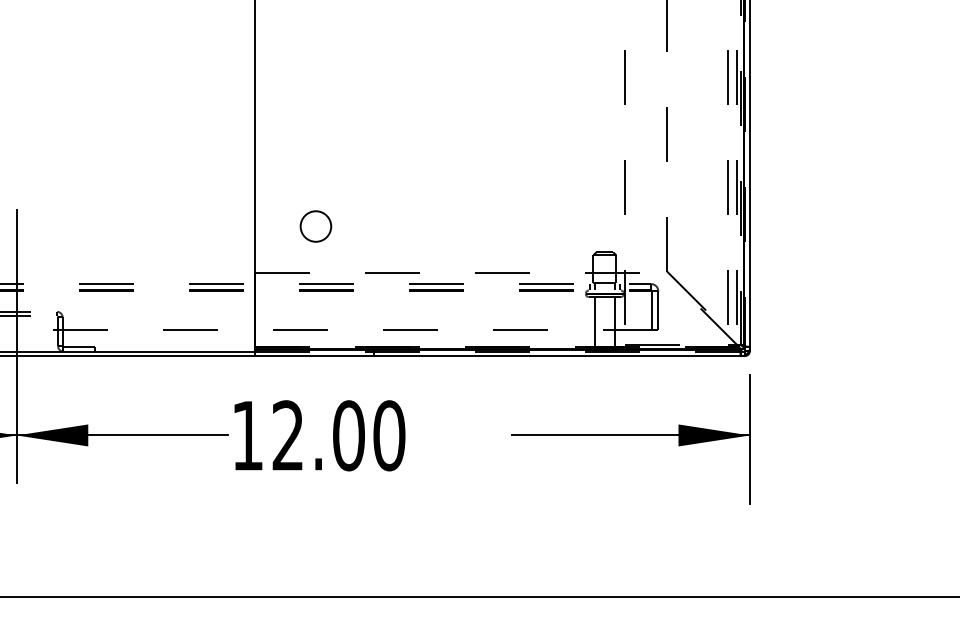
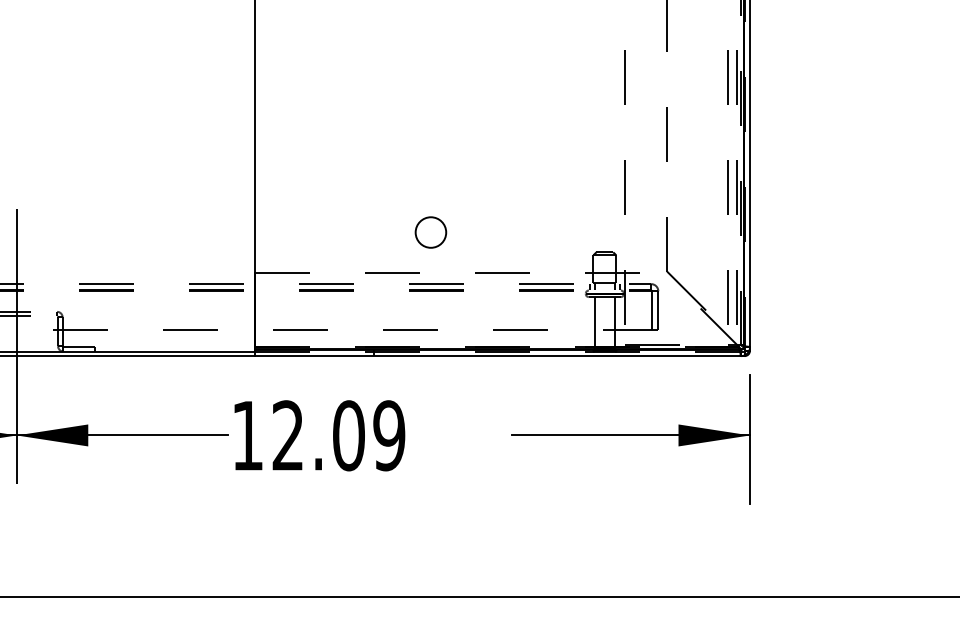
circle at (315, 226) position: (315, 226) -> (430, 232)
text at (389, 435): 12.00 -> 12.09
